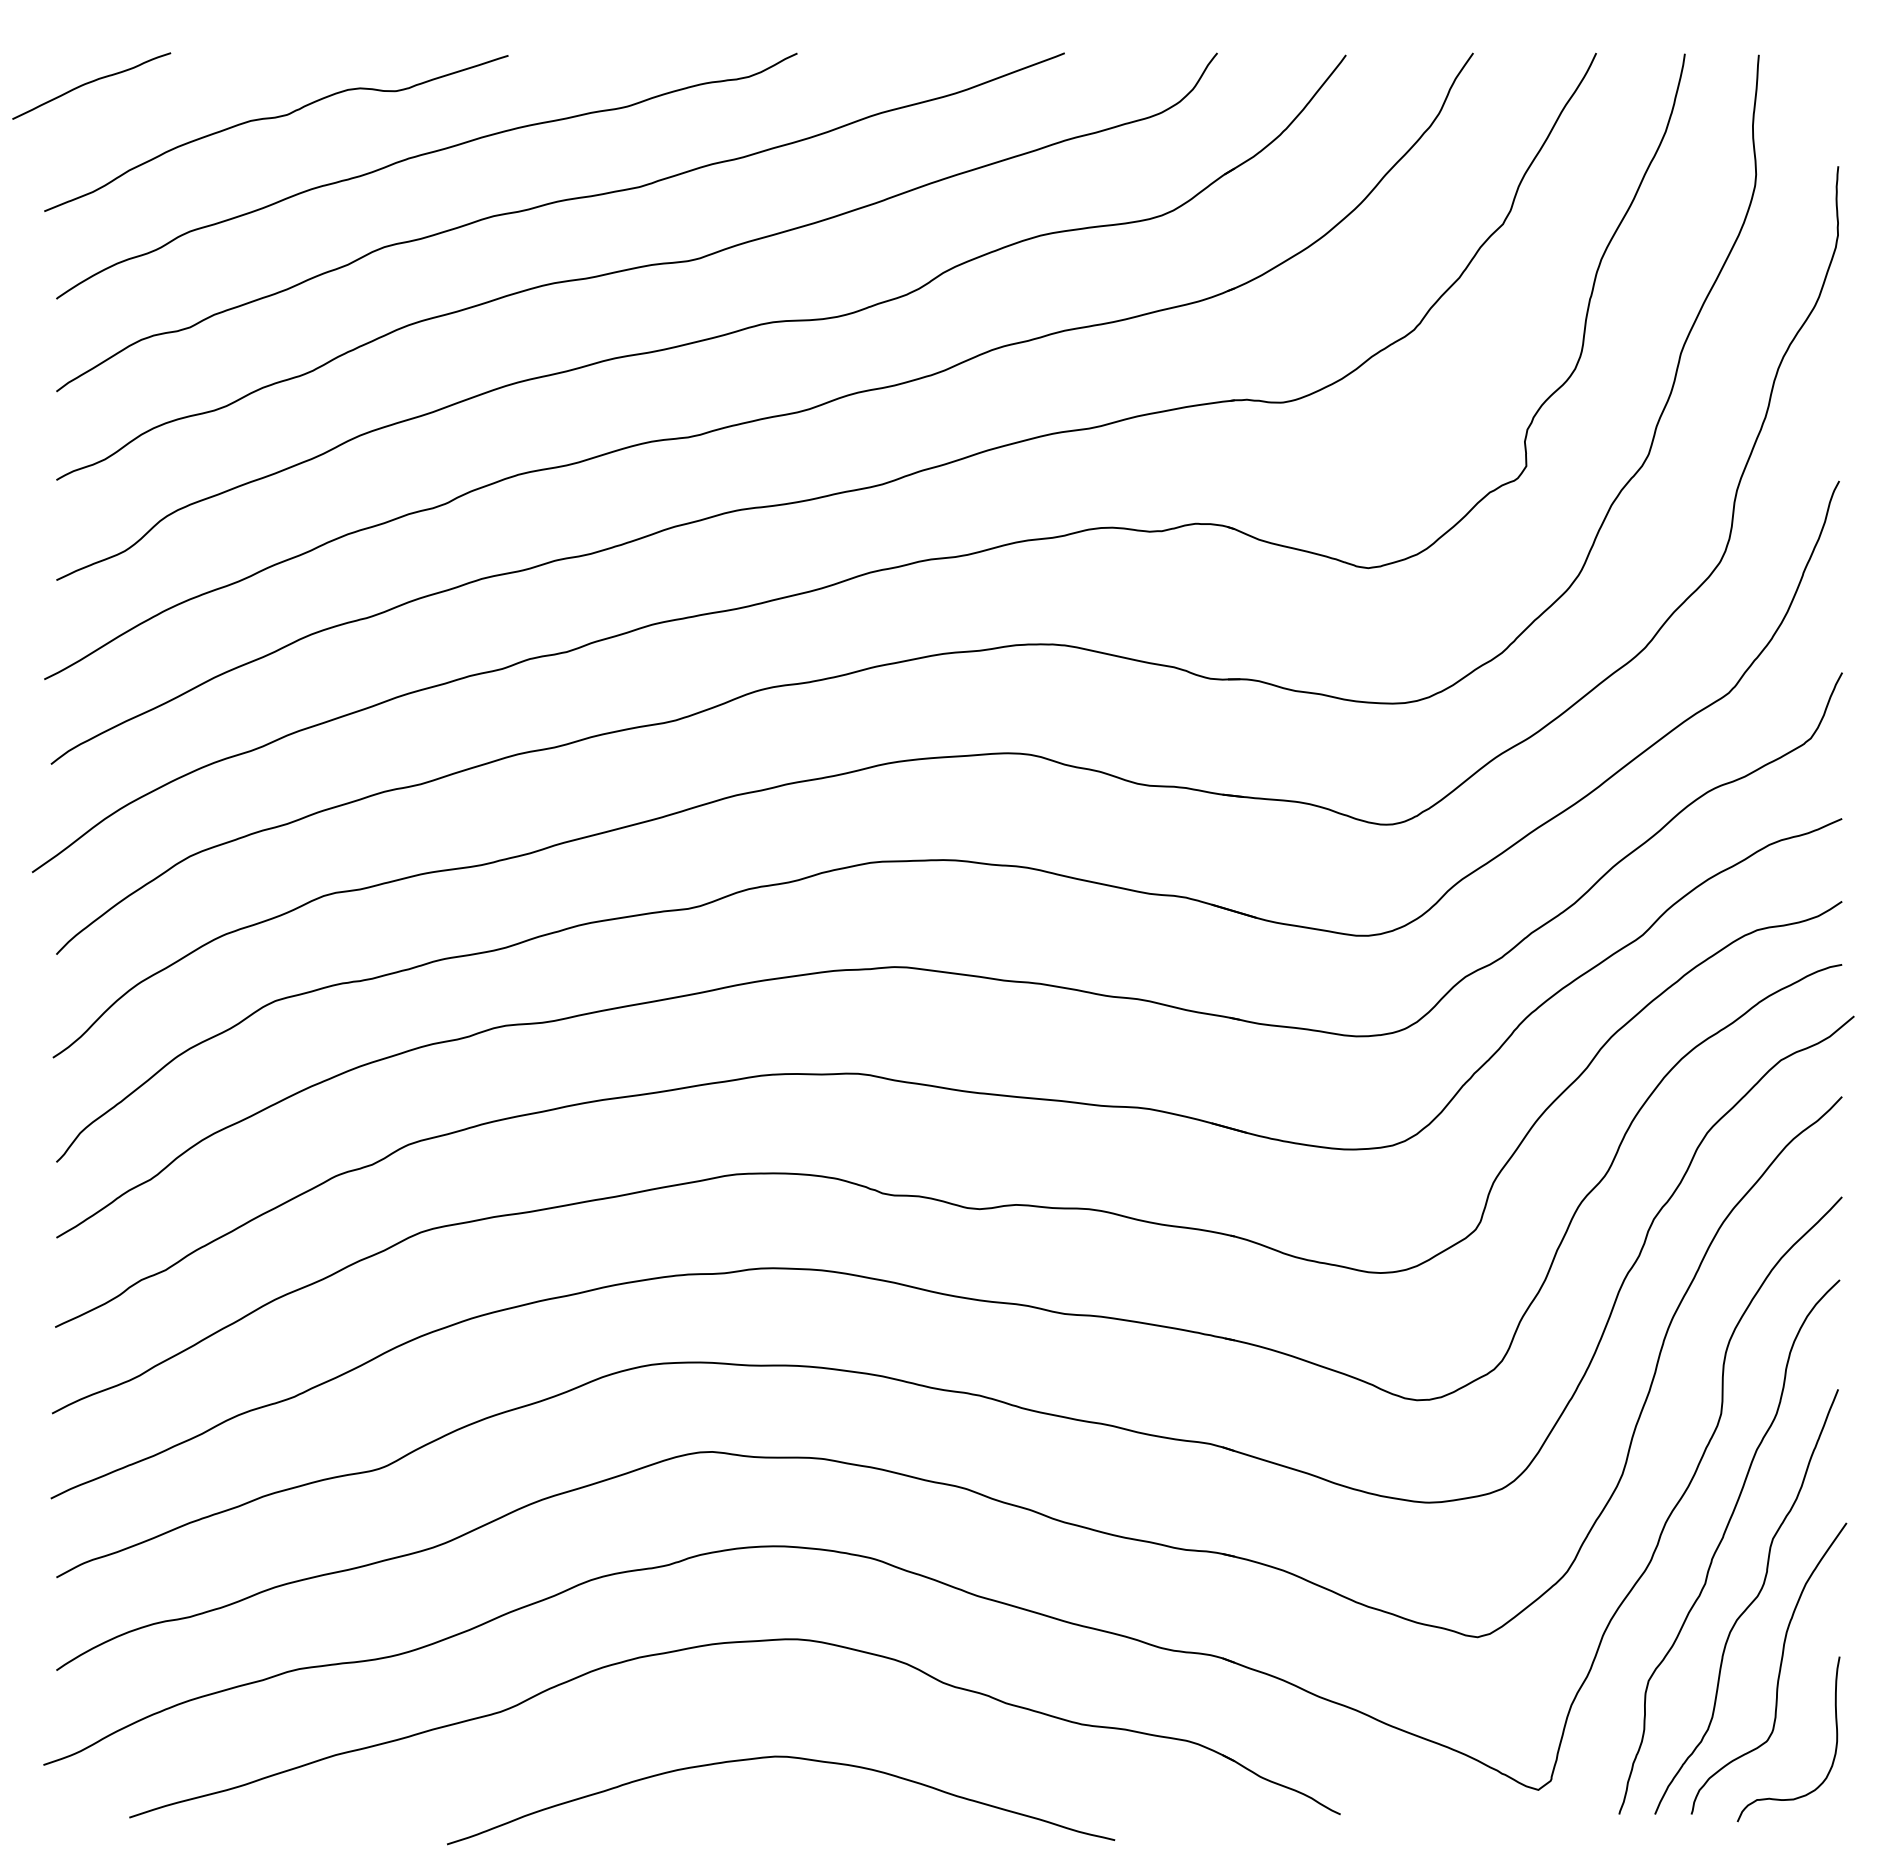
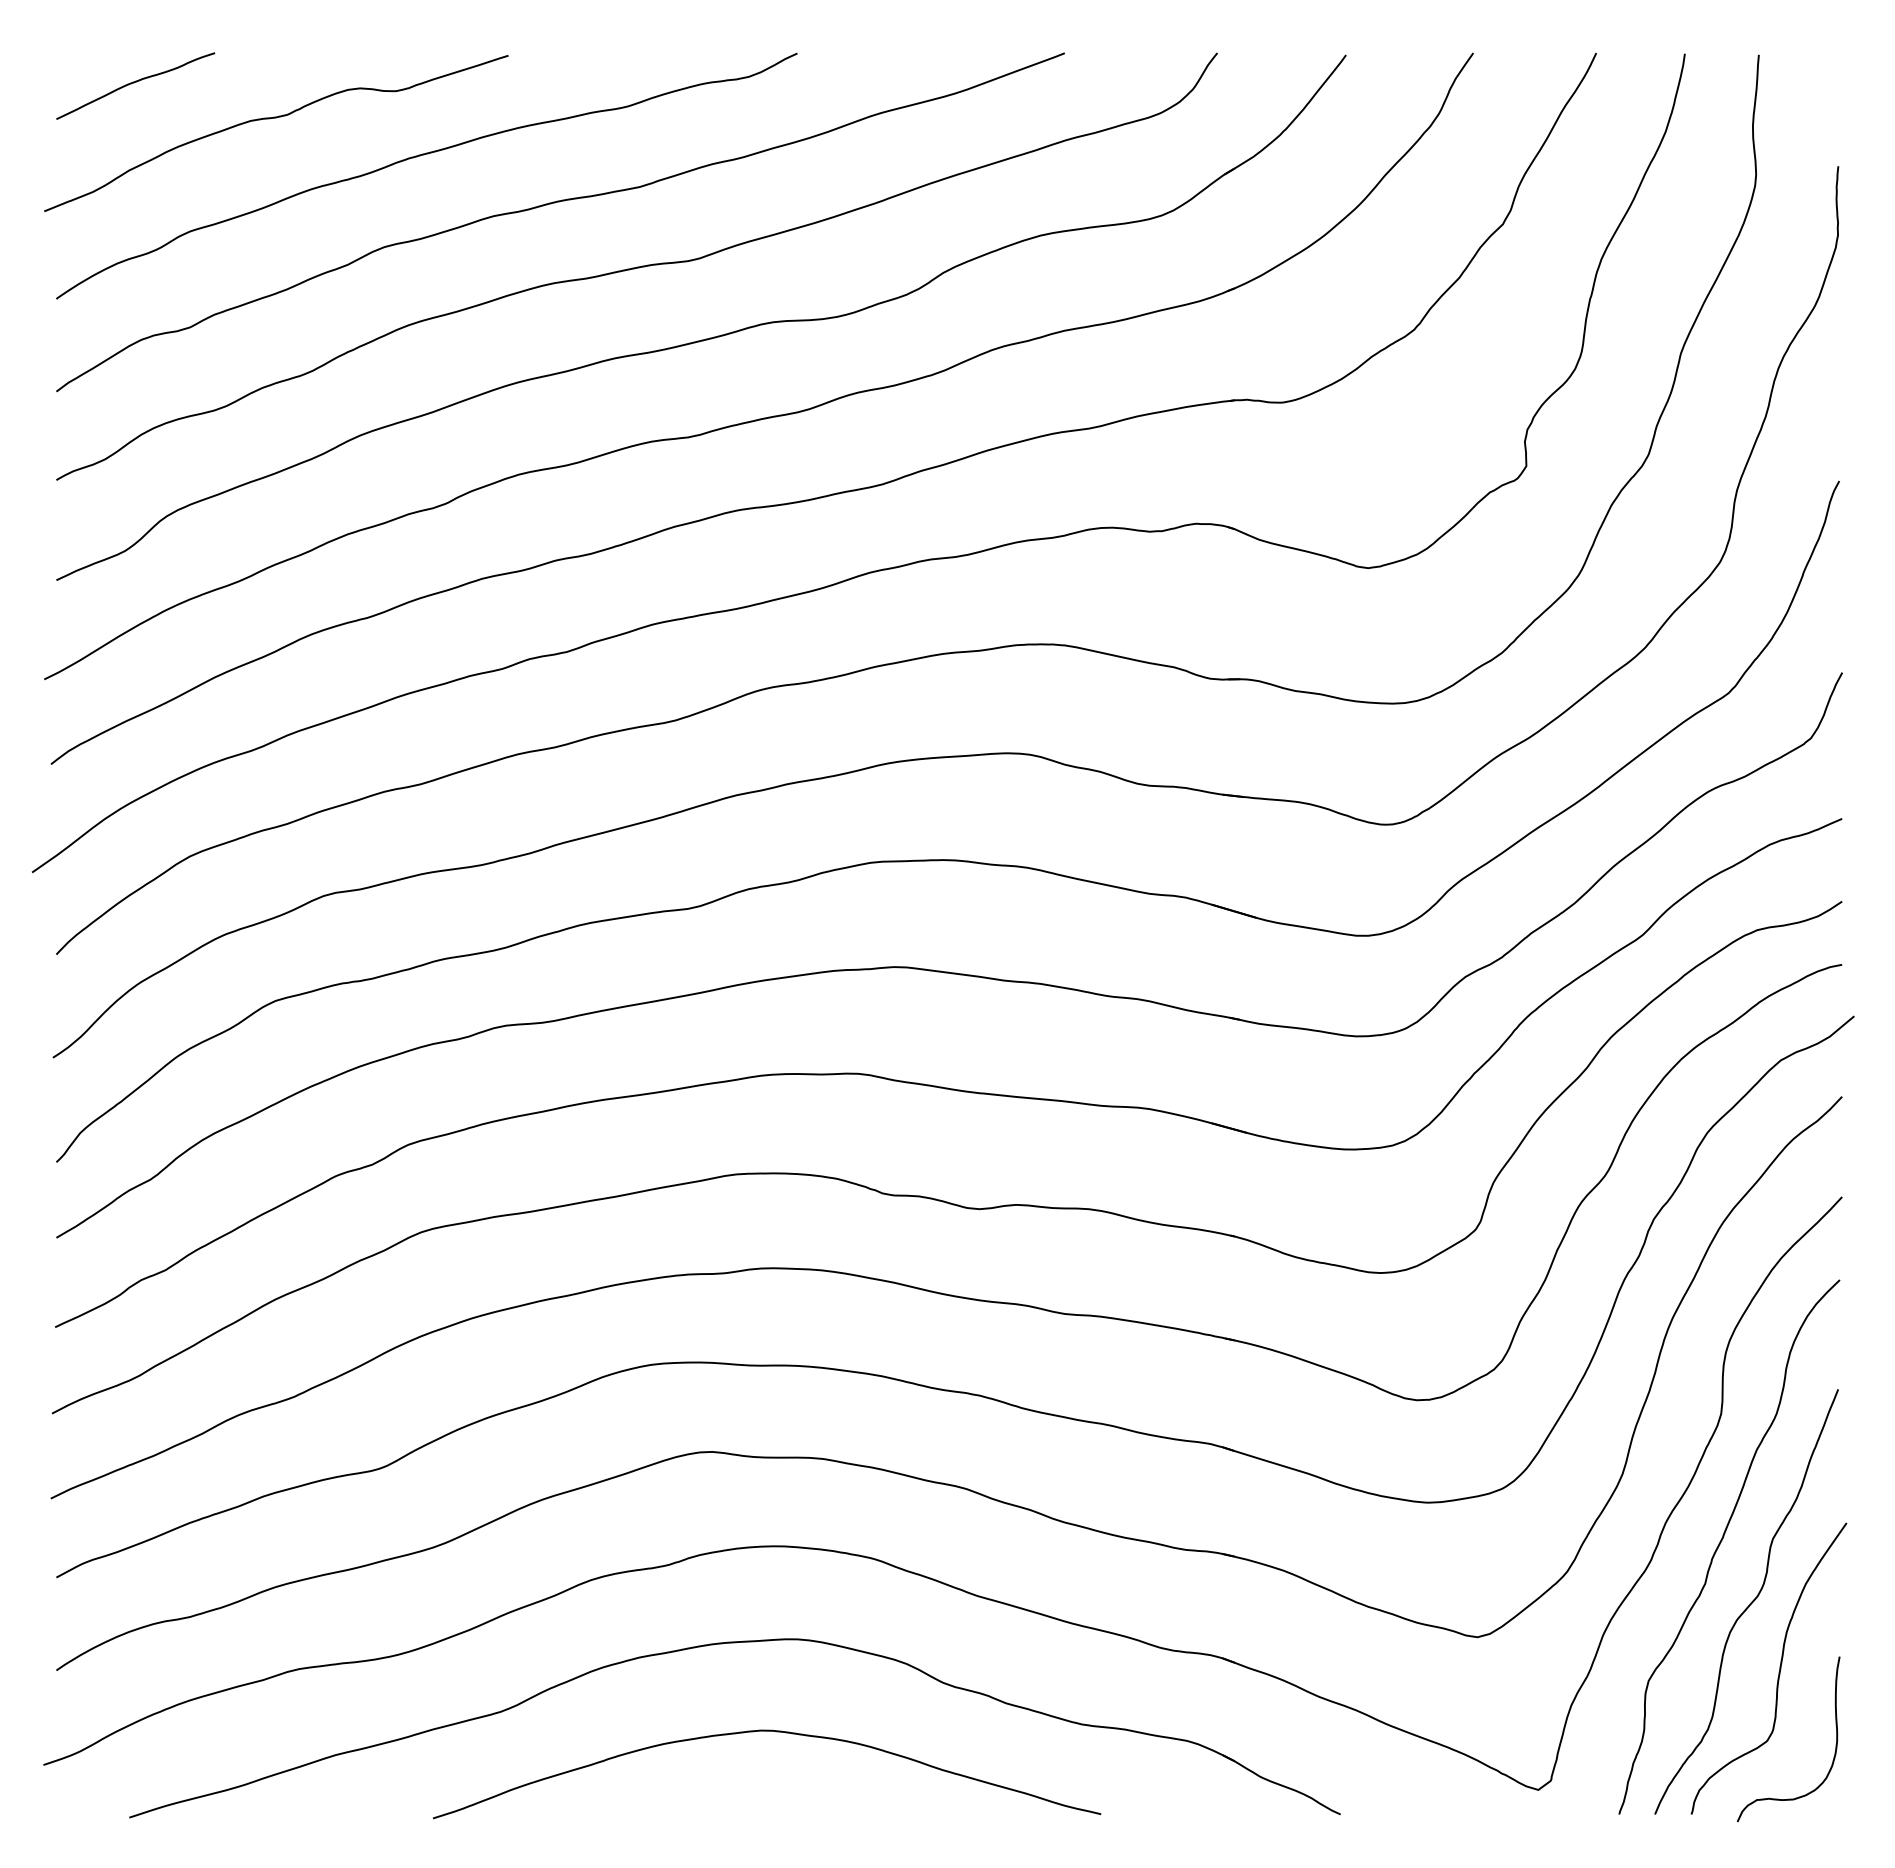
curve at (90, 83) position: (90, 83) -> (134, 83)
curve at (790, 1758) position: (790, 1758) -> (776, 1732)
